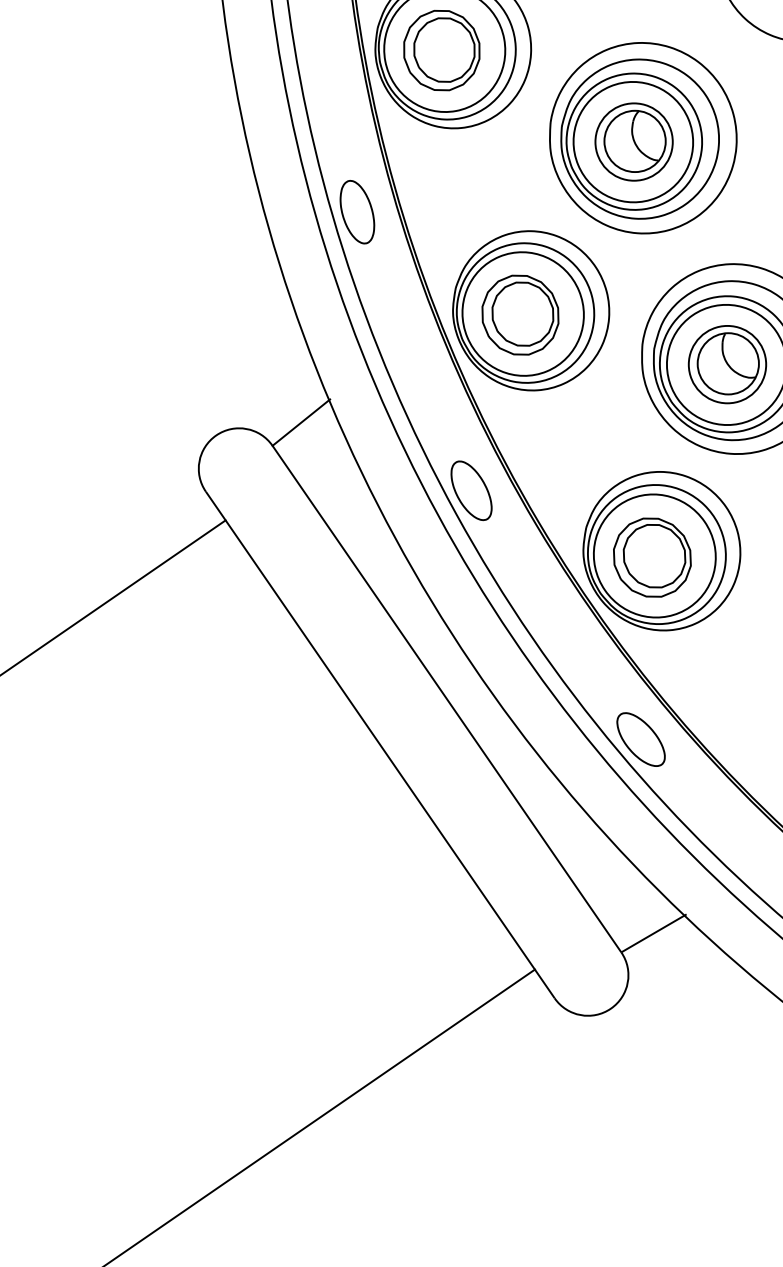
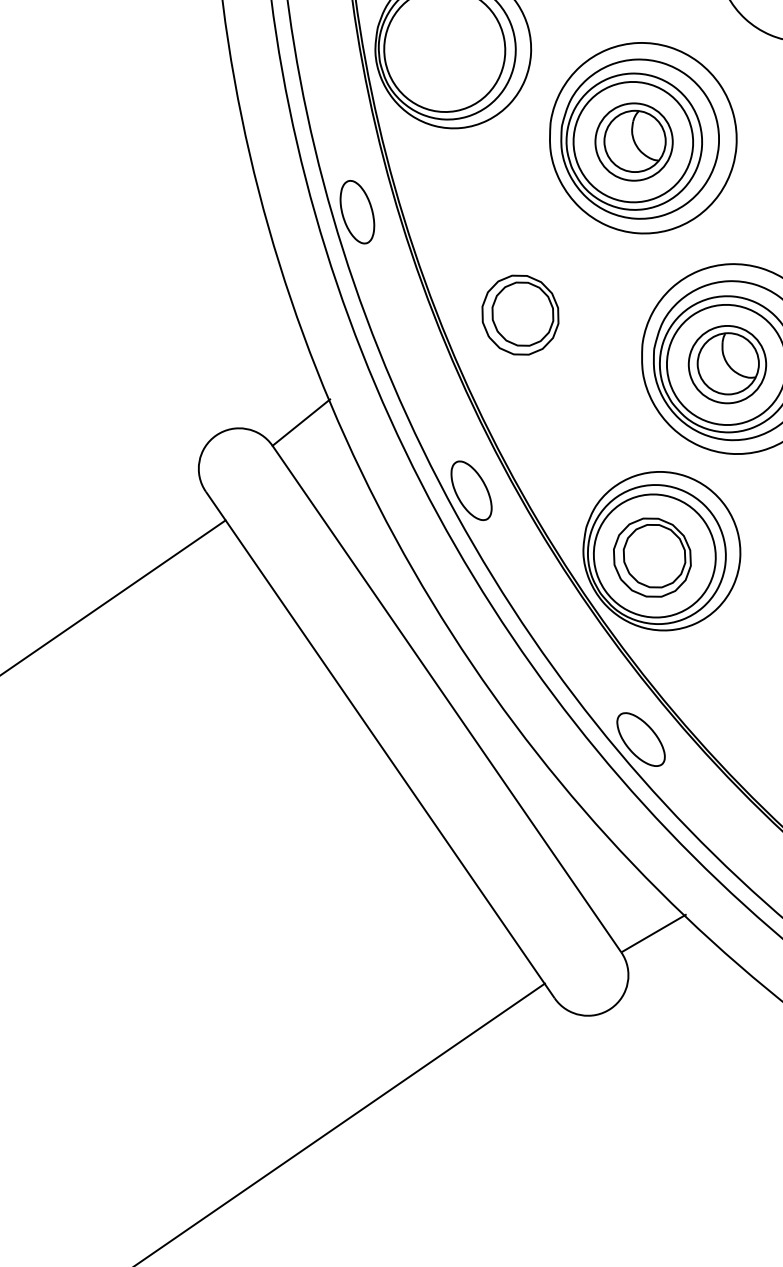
part at (441, 50): present -> none
part at (531, 310): present -> none
line at (320, 1116) position: (320, 1116) -> (341, 1123)
